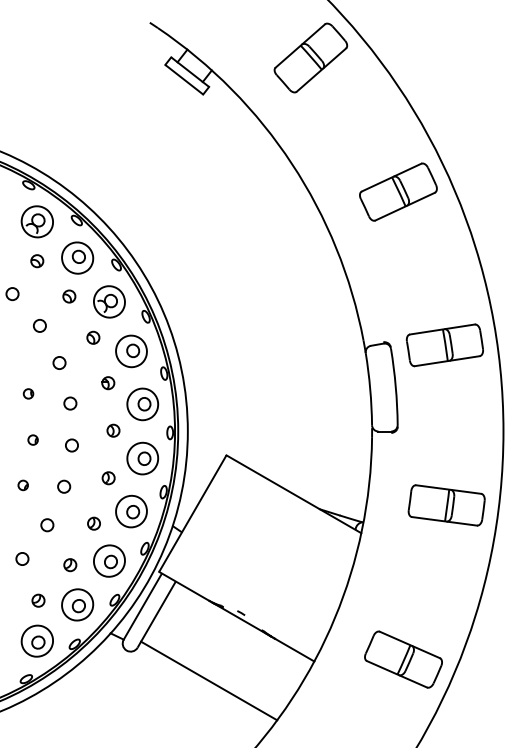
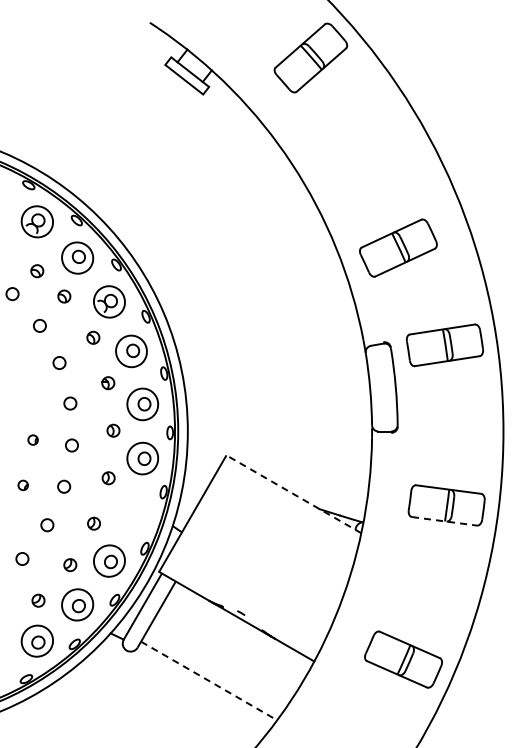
part at (398, 191) position: (398, 191) -> (398, 247)
part at (37, 261) position: (37, 261) -> (37, 271)
part at (69, 296) position: (69, 296) -> (64, 296)
part at (28, 393): present -> none
line at (293, 494): solid -> dashed
part at (131, 511): present -> none
line at (444, 521): solid -> dashed
line at (209, 681): solid -> dashed
